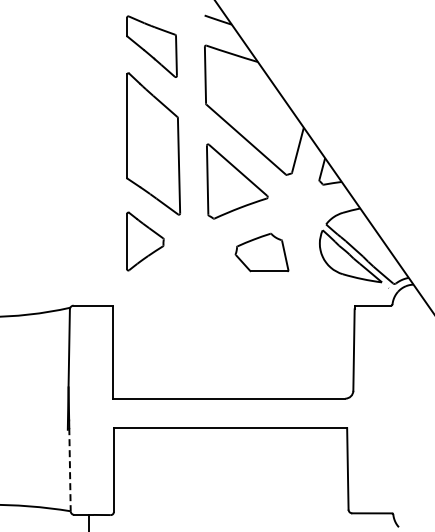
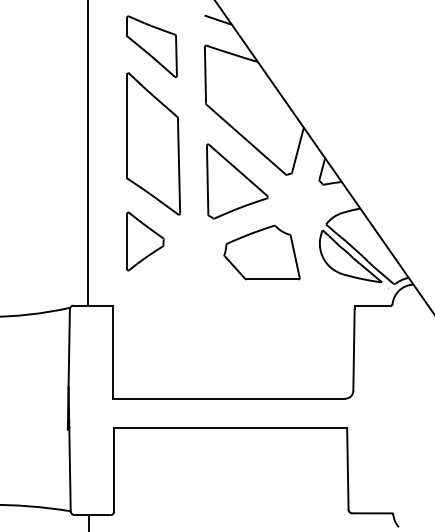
line at (88, 153): none -> present
part at (261, 252) size: 56x41 px -> 78x57 px
line at (70, 469): dashed -> solid
